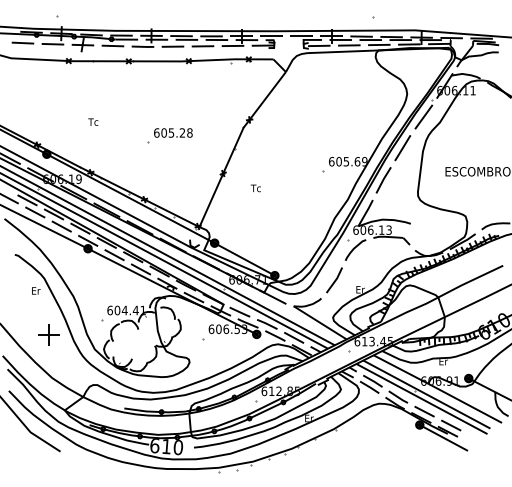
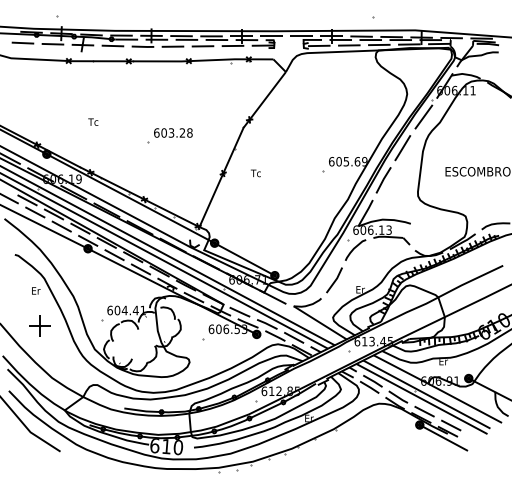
text at (171, 132): 605.28 -> 603.28
text at (255, 188) position: (255, 188) -> (255, 173)
part at (48, 334) position: (48, 334) -> (39, 325)
